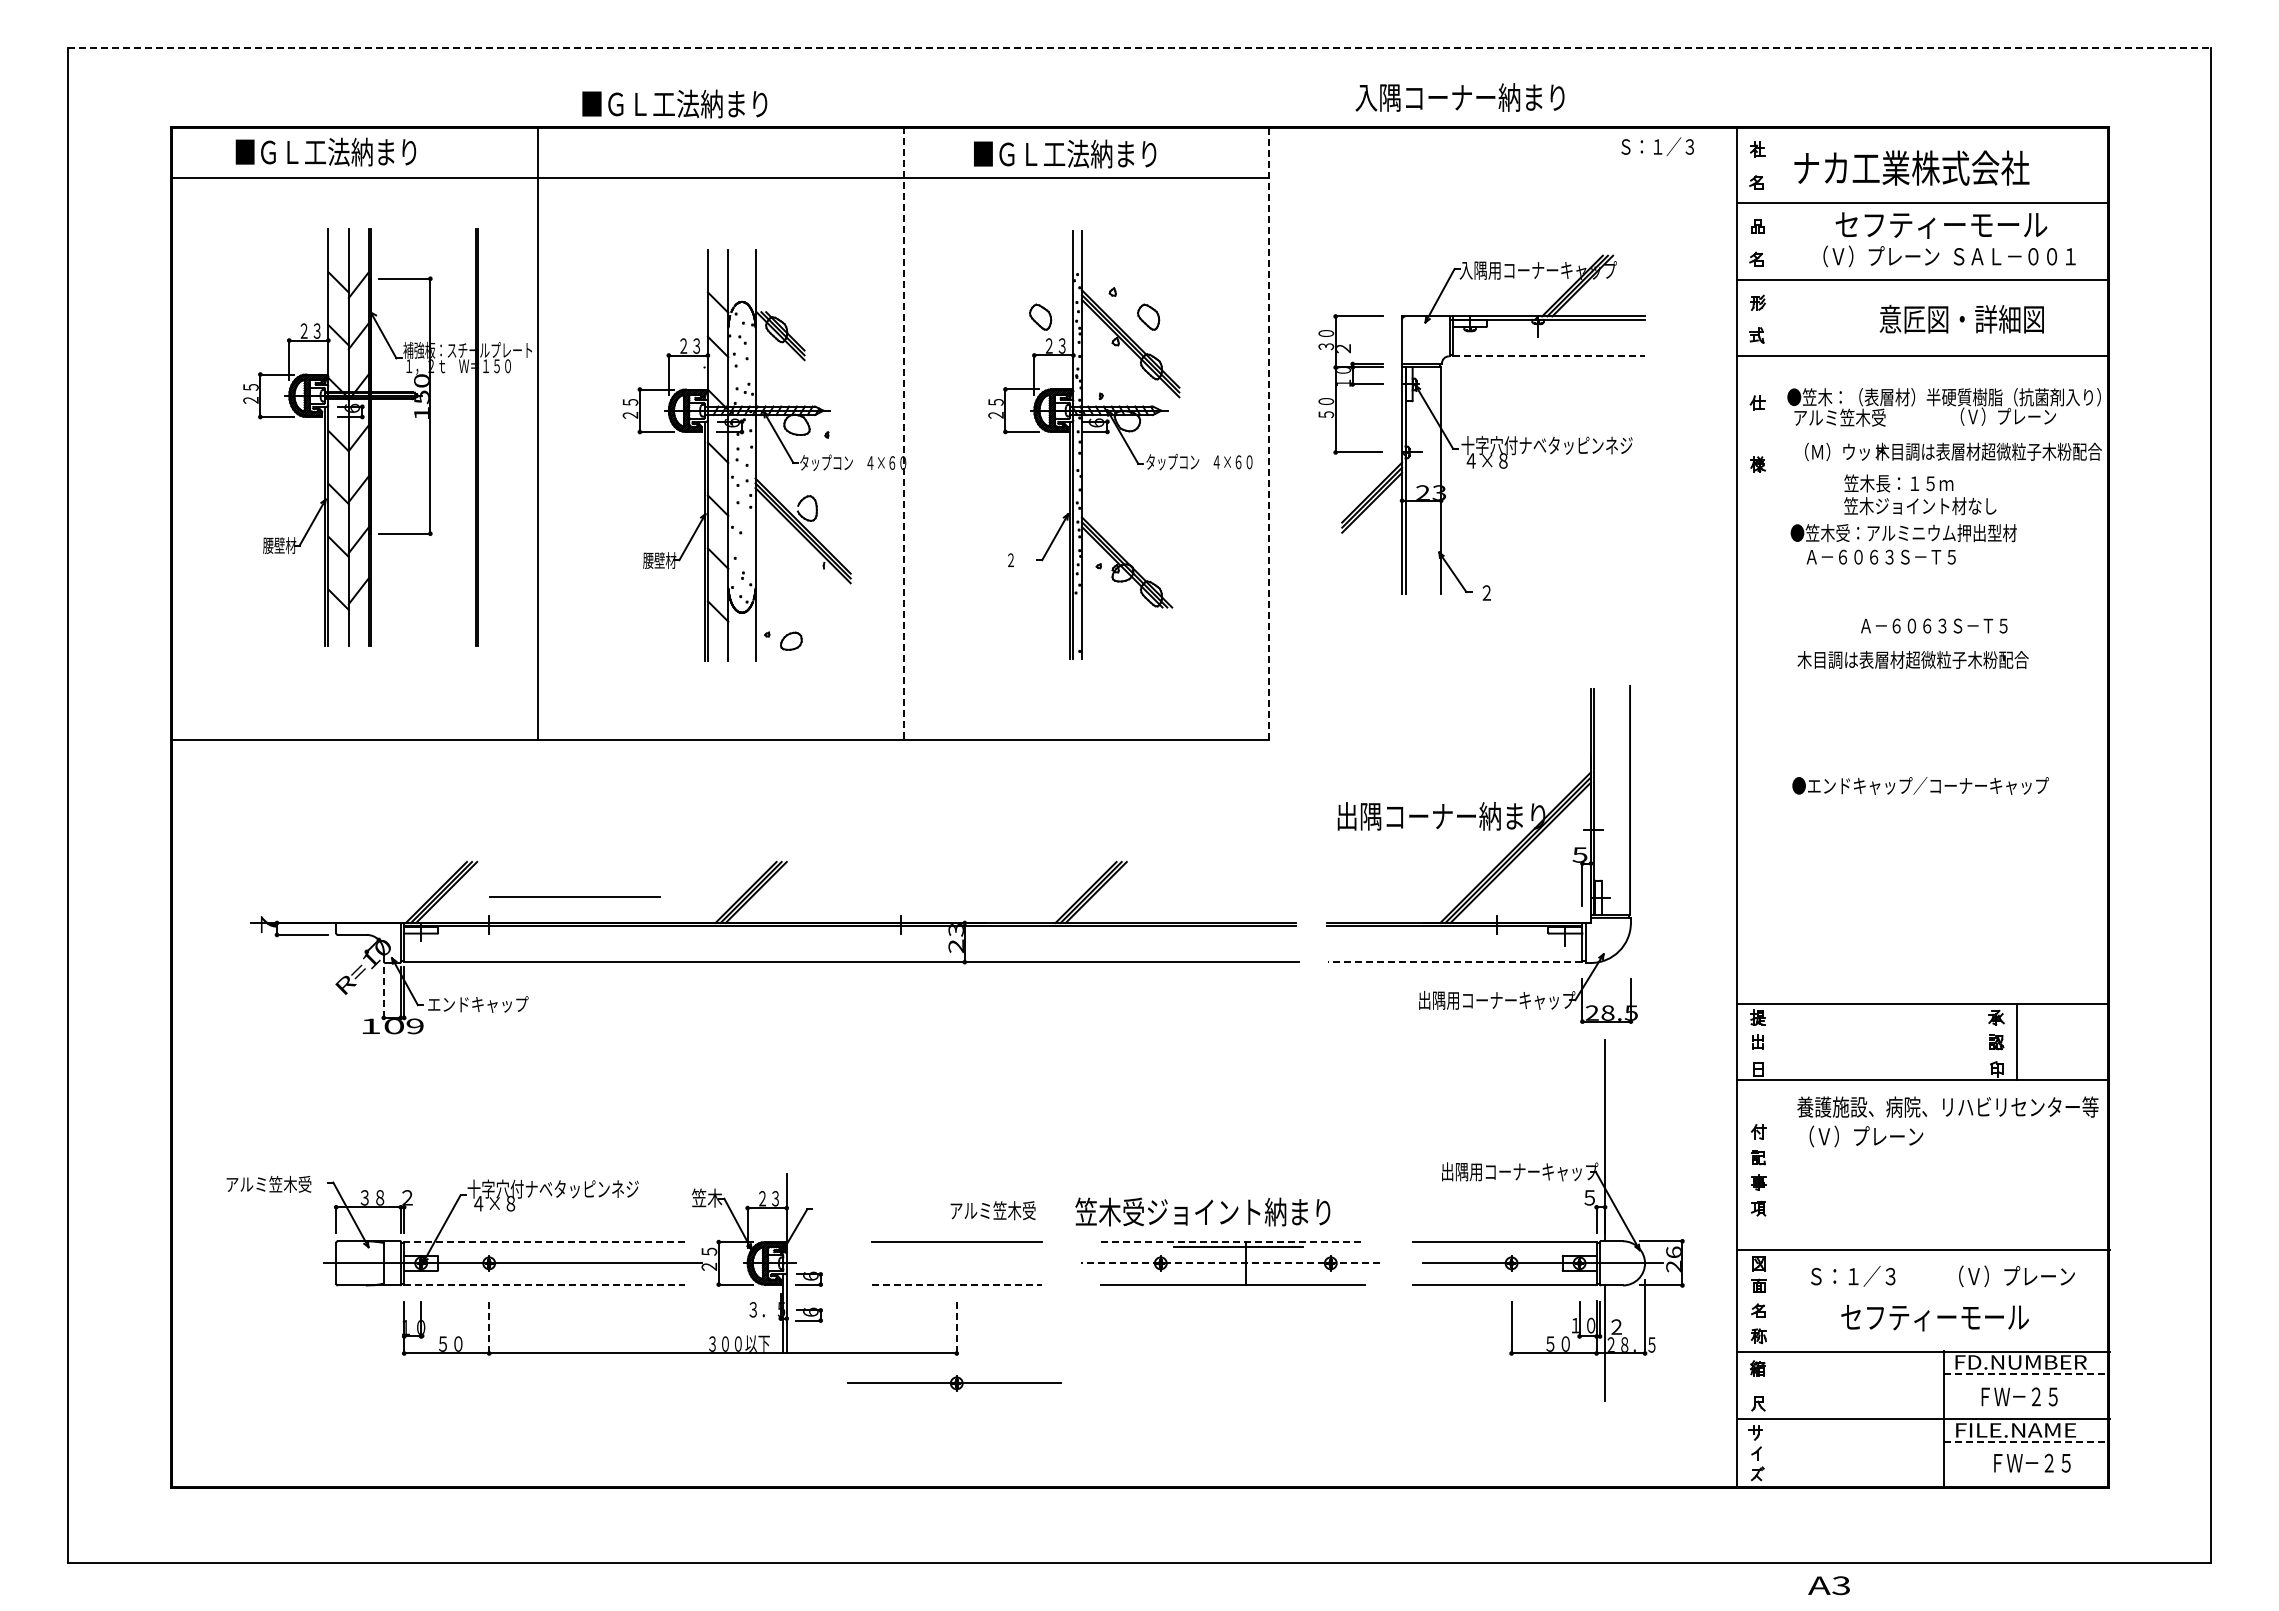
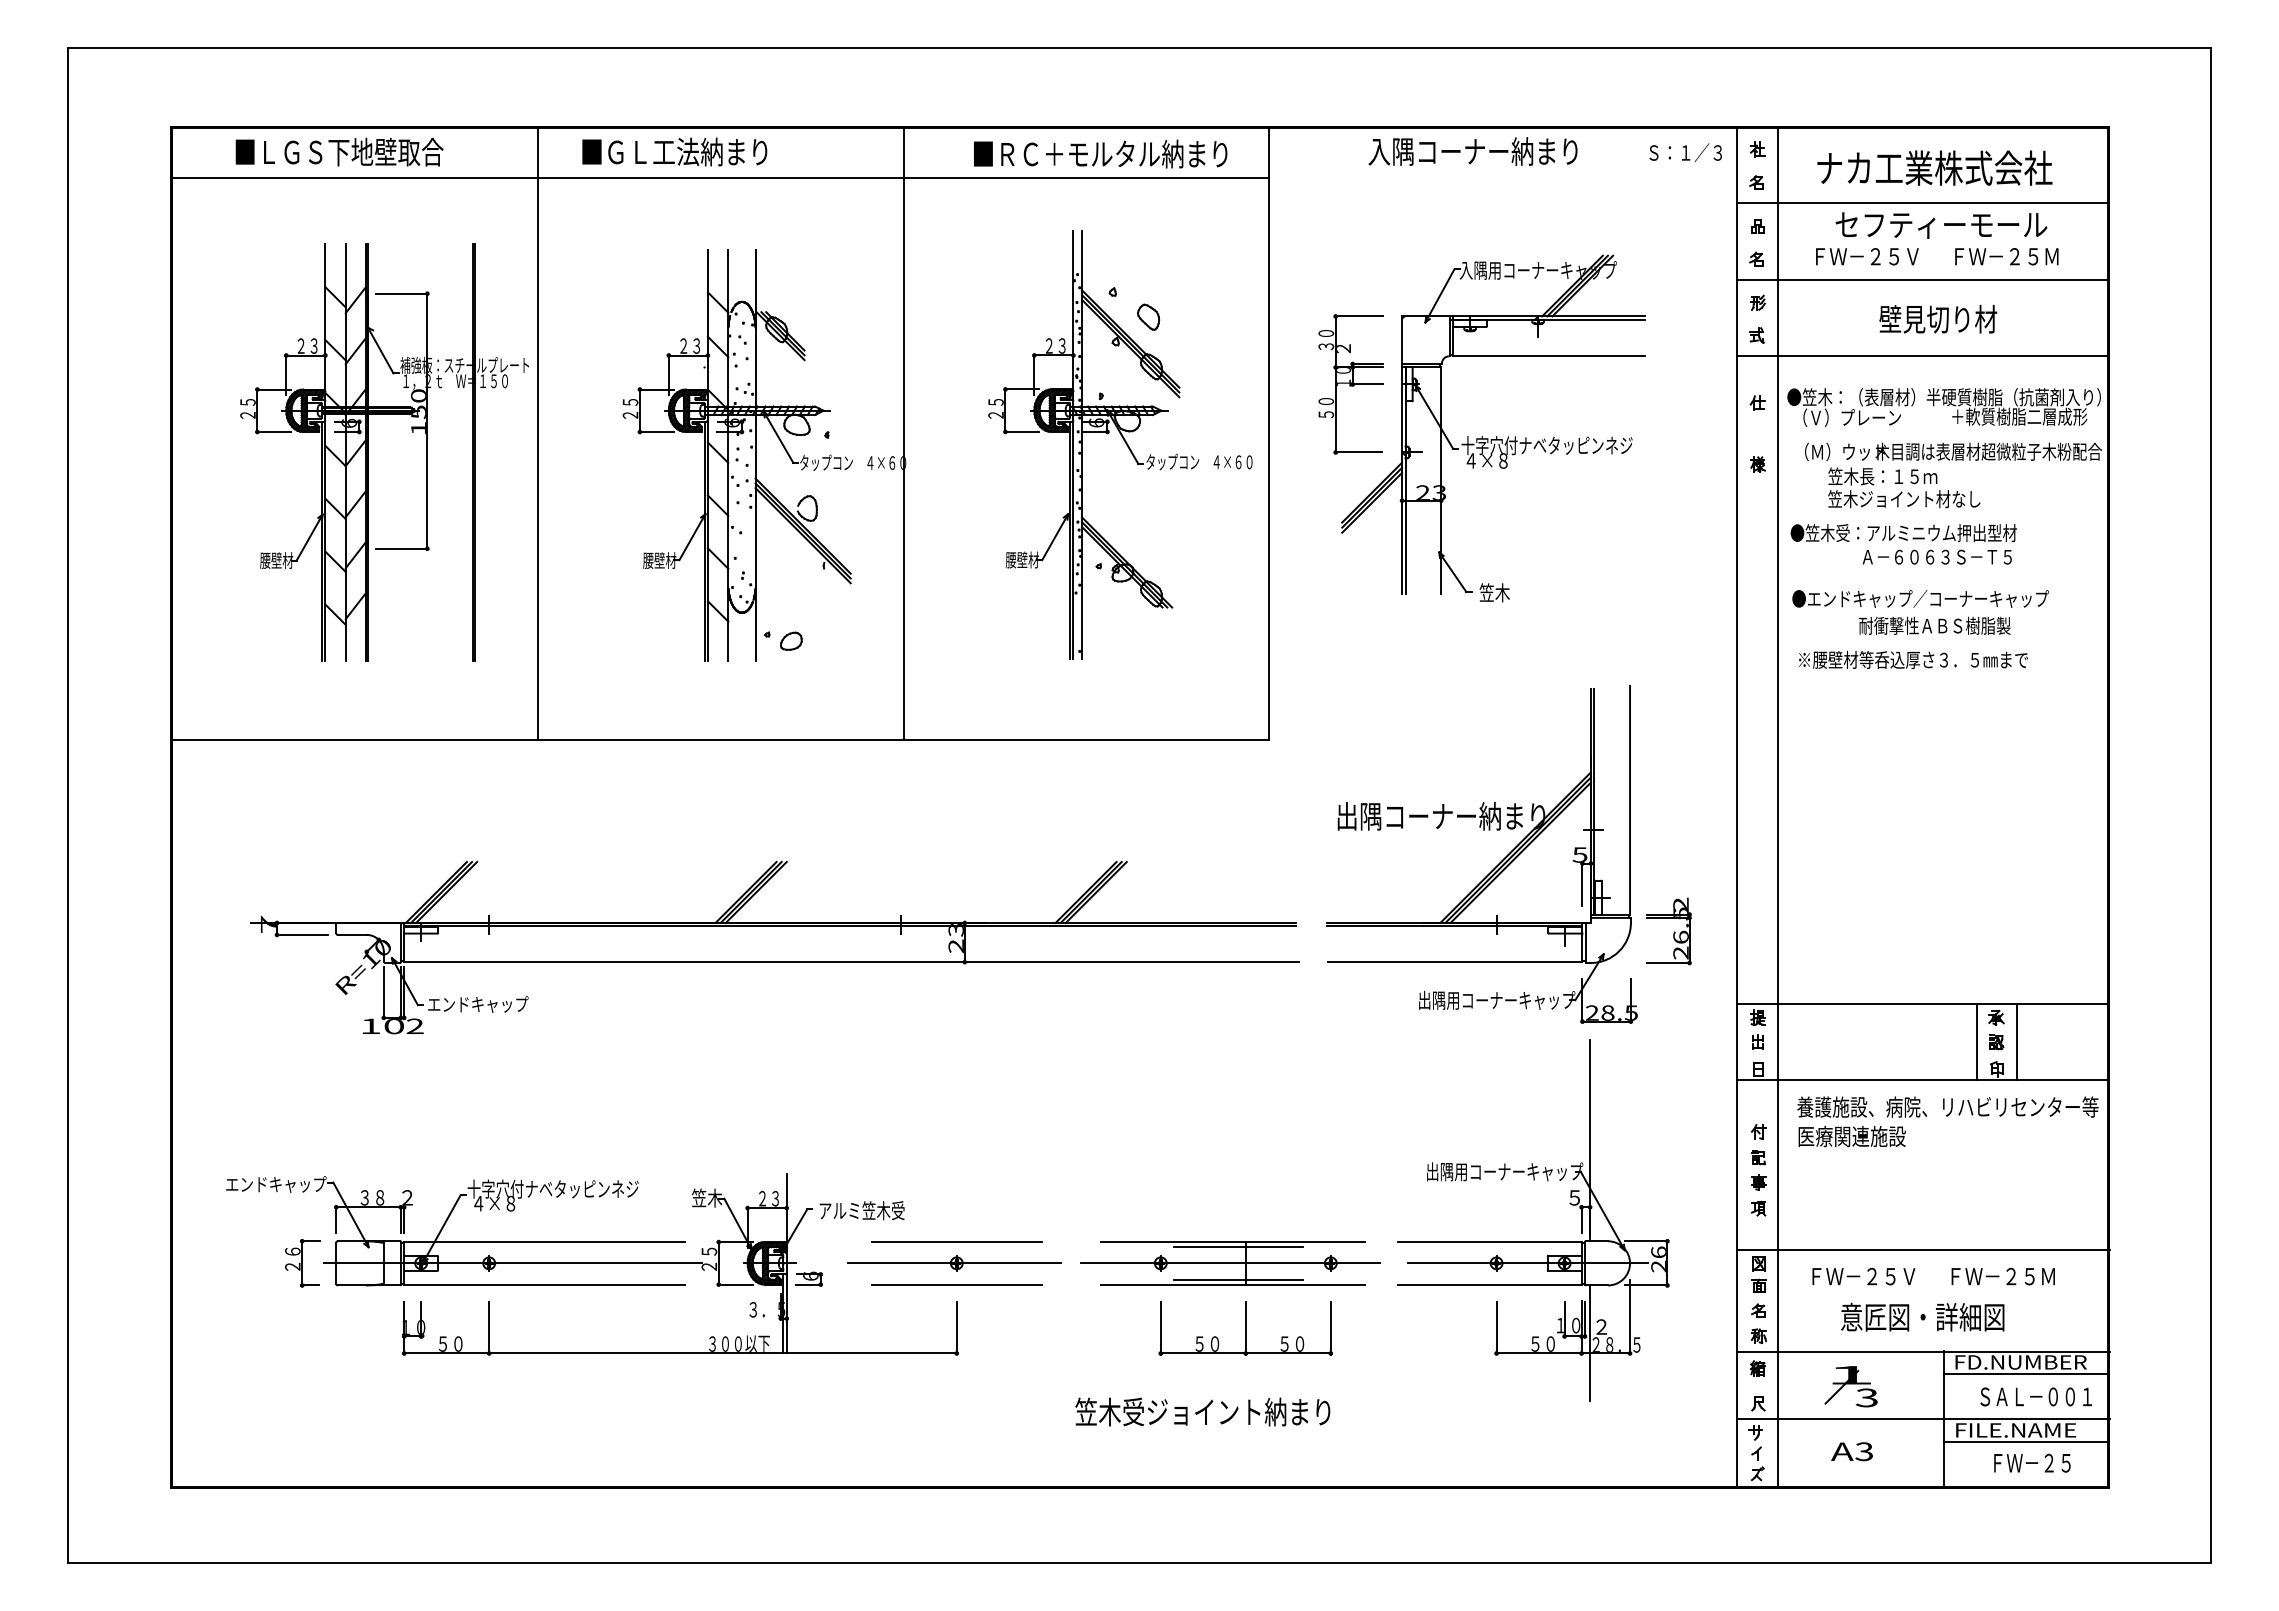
line at (1139, 48): dashed -> solid
text at (1459, 97) position: (1459, 97) -> (1472, 151)
text at (674, 103) position: (674, 103) -> (674, 151)
text at (1657, 146) position: (1657, 146) -> (1685, 152)
text at (352, 151): ■ＧＬ工法納まり -> ■ＬＧＳ下地壁取合
text at (1113, 153): ■ＧＬ工法納まり -> ■ＲＣ＋モルタル納まり
text at (1911, 167) position: (1911, 167) -> (1934, 167)
text at (1877, 256): （Ｖ）プレーン -> ＦＷ－２５Ｖ
text at (2014, 256): ＳＡＬ－００１ -> ＦＷ－２５Ｍ
part at (1040, 316): present -> none
text at (1961, 318): 意匠図・詳細図 -> 壁見切り材
line at (1549, 355): dashed -> solid
text at (2019, 416): （Ｖ）プレーン -> ＋軟質樹脂二層成形
text at (1847, 417): アルミ笠木受 -> （Ｖ）プレーン
line at (903, 433): dashed -> solid
line at (1269, 433): dashed -> solid
part at (371, 437) position: (371, 437) -> (368, 452)
text at (1920, 494) position: (1920, 494) -> (1904, 487)
text at (1880, 556) position: (1880, 556) -> (1936, 556)
text at (1021, 559): ２ -> 腰壁材
text at (1494, 592): ２ -> 笠木
text at (1934, 625): Ａ－６０６３Ｓ－Ｔ５ -> 耐衝撃性ＡＢＳ樹脂製
text at (1912, 659): 木目調は表層材超微粒子木粉配合 -> ※腰壁材等呑込厚さ３．５㎜まで
text at (1920, 785) position: (1920, 785) -> (1920, 598)
line at (1777, 807): none -> present
line at (574, 896): present -> none
part at (1668, 931): none -> present
line at (1454, 962): dashed -> solid
line at (383, 992): dashed -> solid
text at (414, 1026): 9 -> 2
line at (1976, 1041): none -> present
text at (1860, 1136): （Ｖ）プレーン -> 医療関連施設
text at (276, 1183): アルミ笠木受 -> エンドキャップ
text at (992, 1210) position: (992, 1210) -> (861, 1210)
text at (1202, 1211) position: (1202, 1211) -> (1202, 1411)
part at (1548, 1241) position: (1548, 1241) -> (1533, 1241)
line at (543, 1242): dashed -> solid
line at (1233, 1242): dashed -> solid
part at (302, 1263): none -> present
line at (1230, 1263): dashed -> solid
text at (1863, 1275): Ｓ：１／３ -> ＦＷ－２５Ｖ
text at (2012, 1276): （Ｖ）プレーン -> ＦＷ－２５Ｍ
line at (1238, 1279): none -> present
line at (544, 1284): dashed -> solid
line at (957, 1284): dashed -> solid
part at (808, 1314): present -> none
text at (1934, 1316): セフティーモール -> 意匠図・詳細図
line at (489, 1327): dashed -> solid
line at (956, 1327): dashed -> solid
part at (1245, 1328): none -> present
line at (2026, 1373): dashed -> solid
part at (954, 1383) position: (954, 1383) -> (954, 1263)
part at (1850, 1386): none -> present
text at (2035, 1396): ＦＷ－２５ -> ＳＡＬ－００１
line at (2026, 1441): dashed -> solid
text at (1828, 1585) position: (1828, 1585) -> (1851, 1451)
